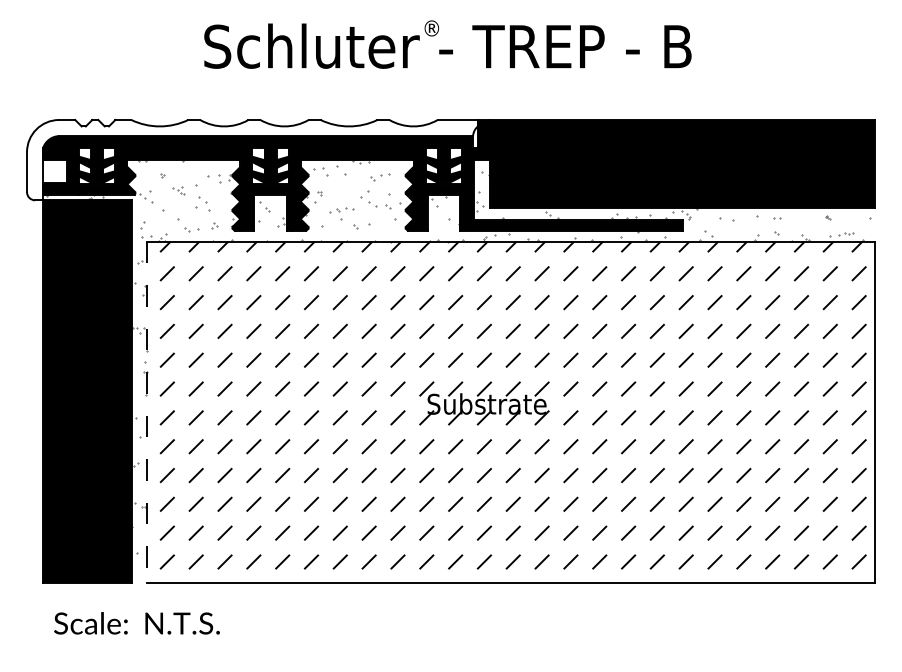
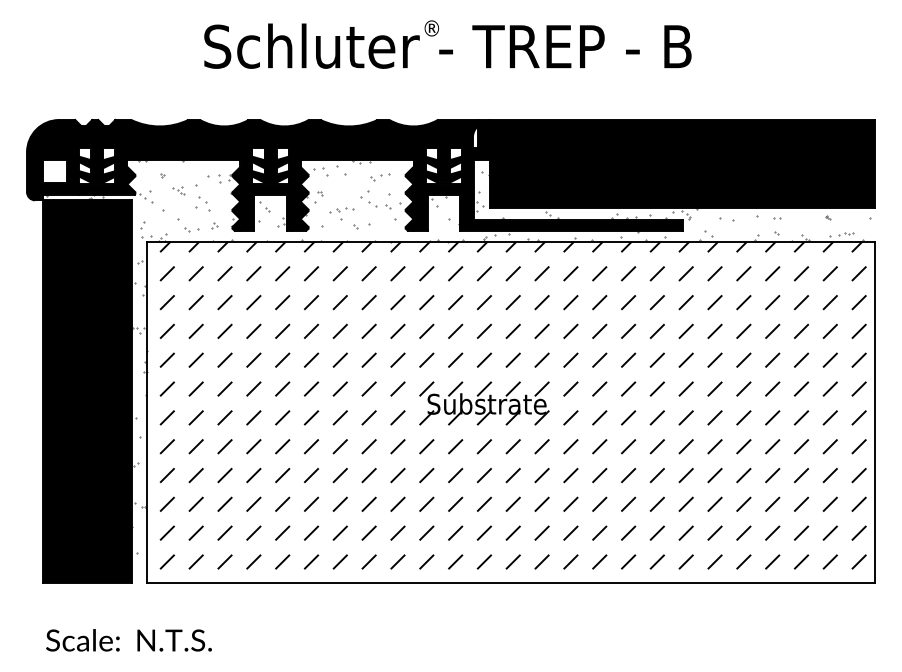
fill at (252, 160): none -> present
line at (147, 412): dashed -> solid
text at (136, 623) position: (136, 623) -> (128, 640)
